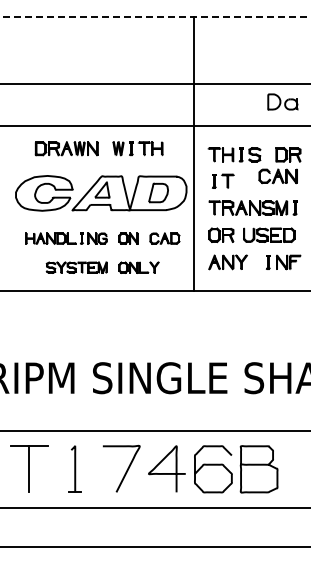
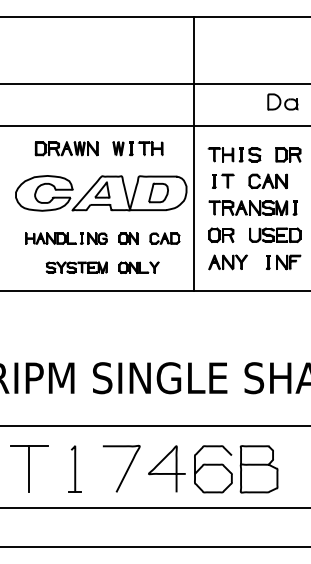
line at (155, 16): dashed -> solid
part at (277, 176) position: (277, 176) -> (267, 181)
part at (269, 234) position: (269, 234) -> (275, 234)
line at (154, 430) position: (154, 430) -> (154, 425)
